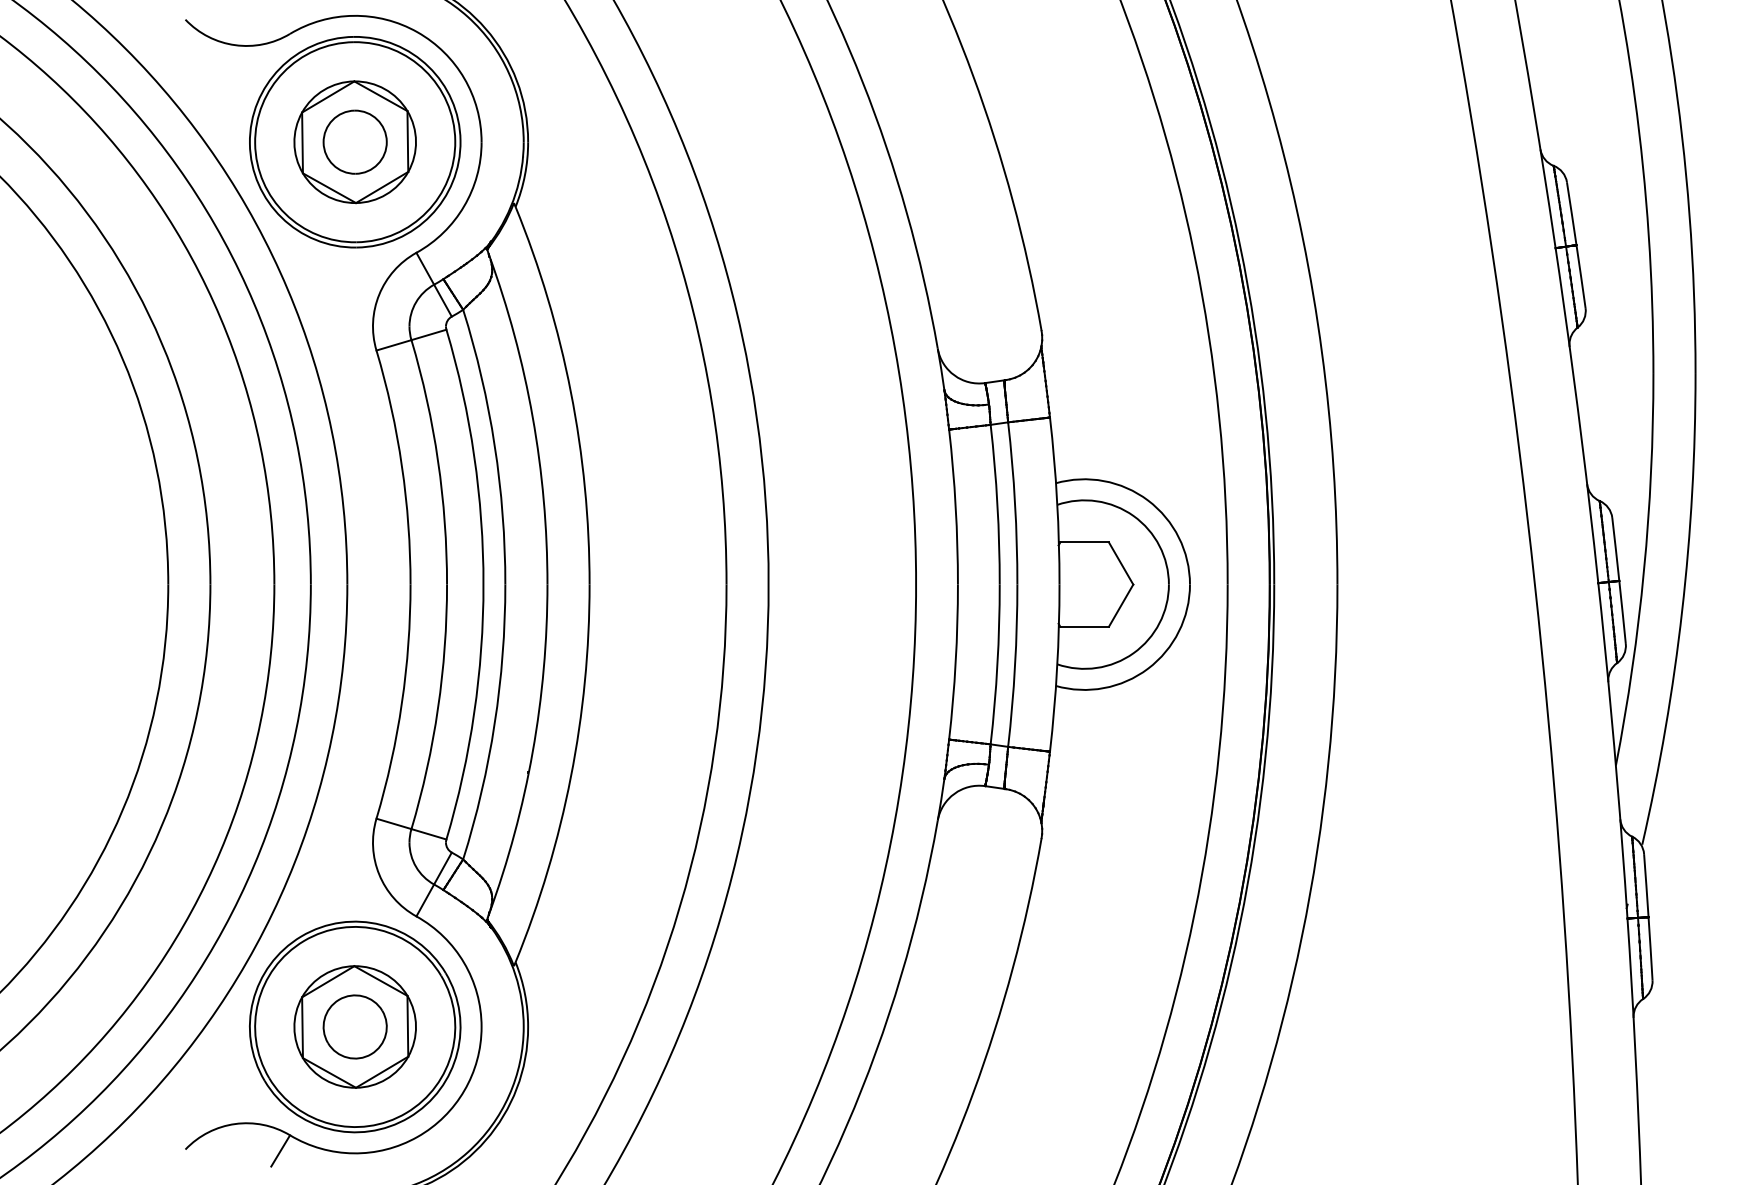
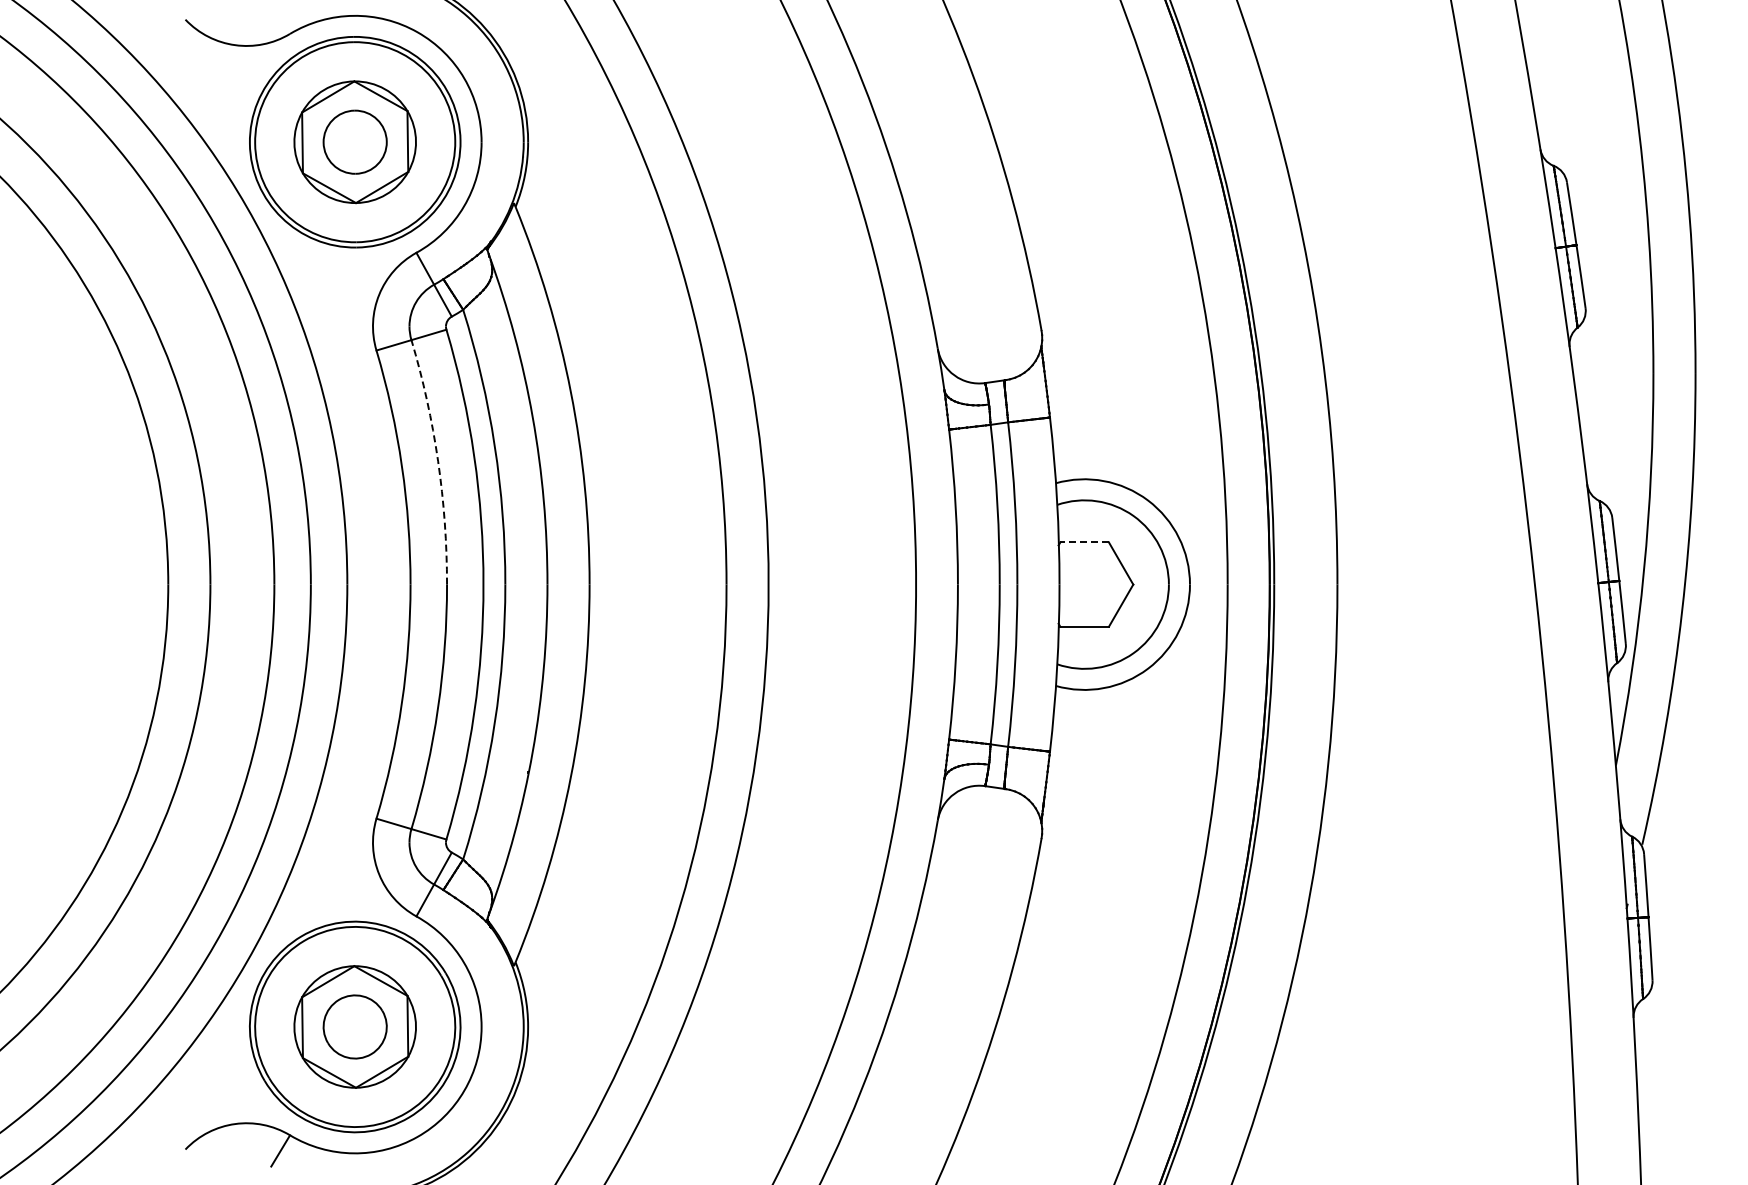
arc at (438, 461): solid -> dashed
line at (1084, 542): solid -> dashed
